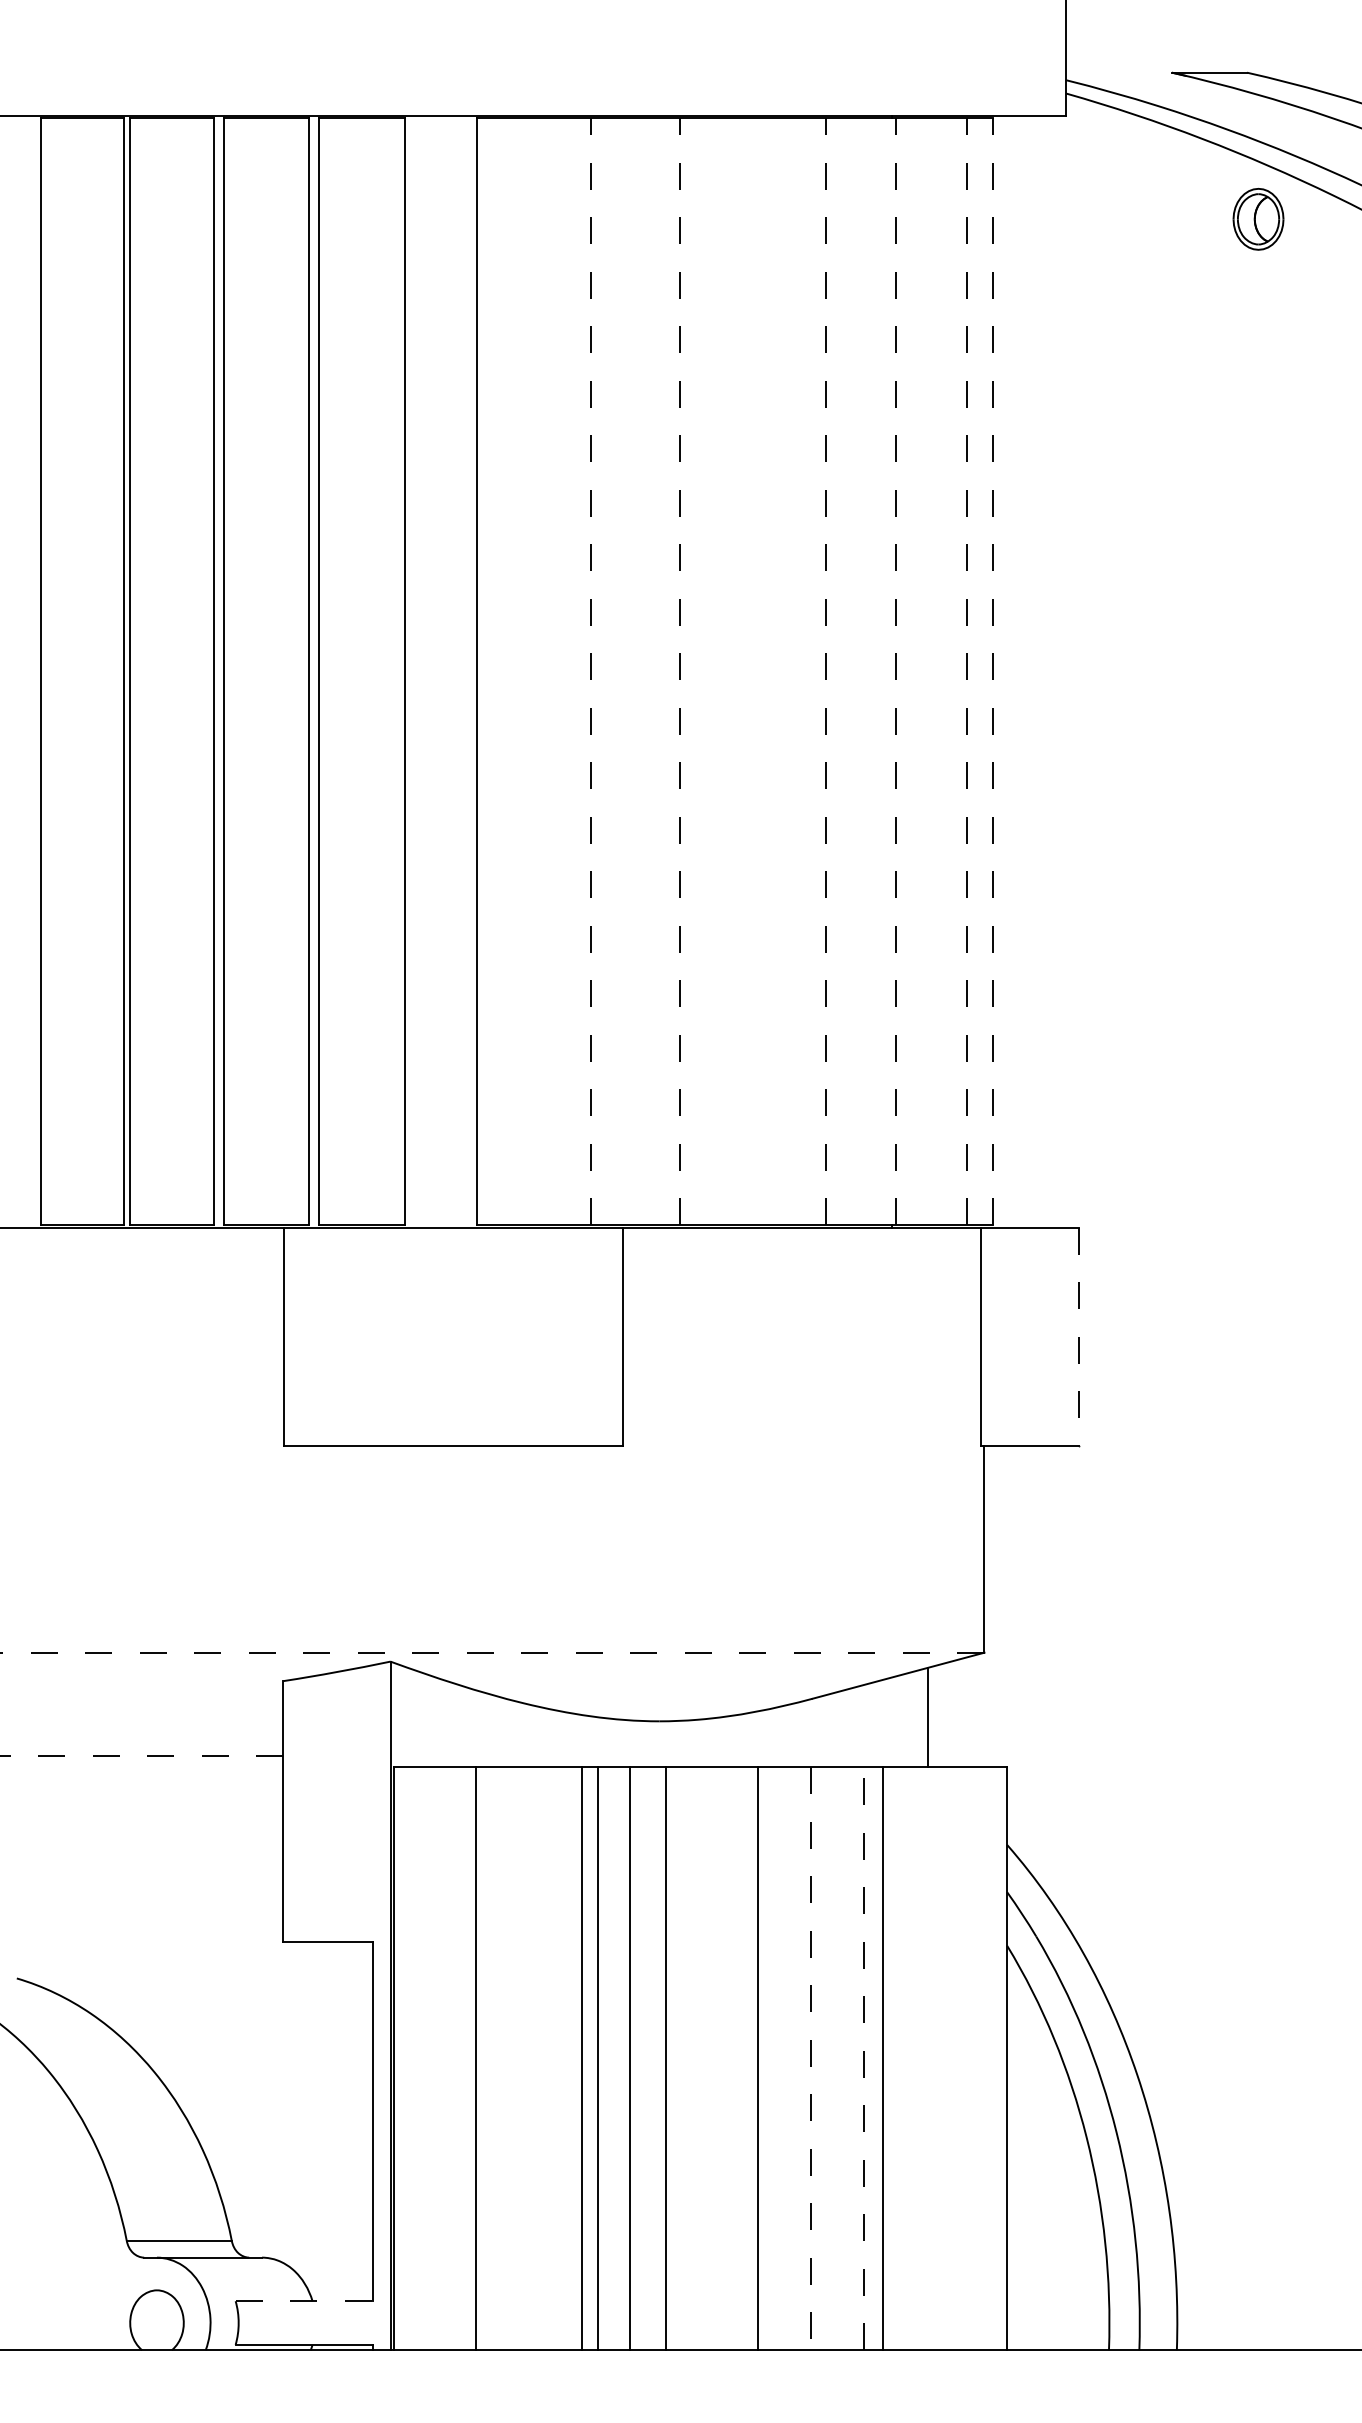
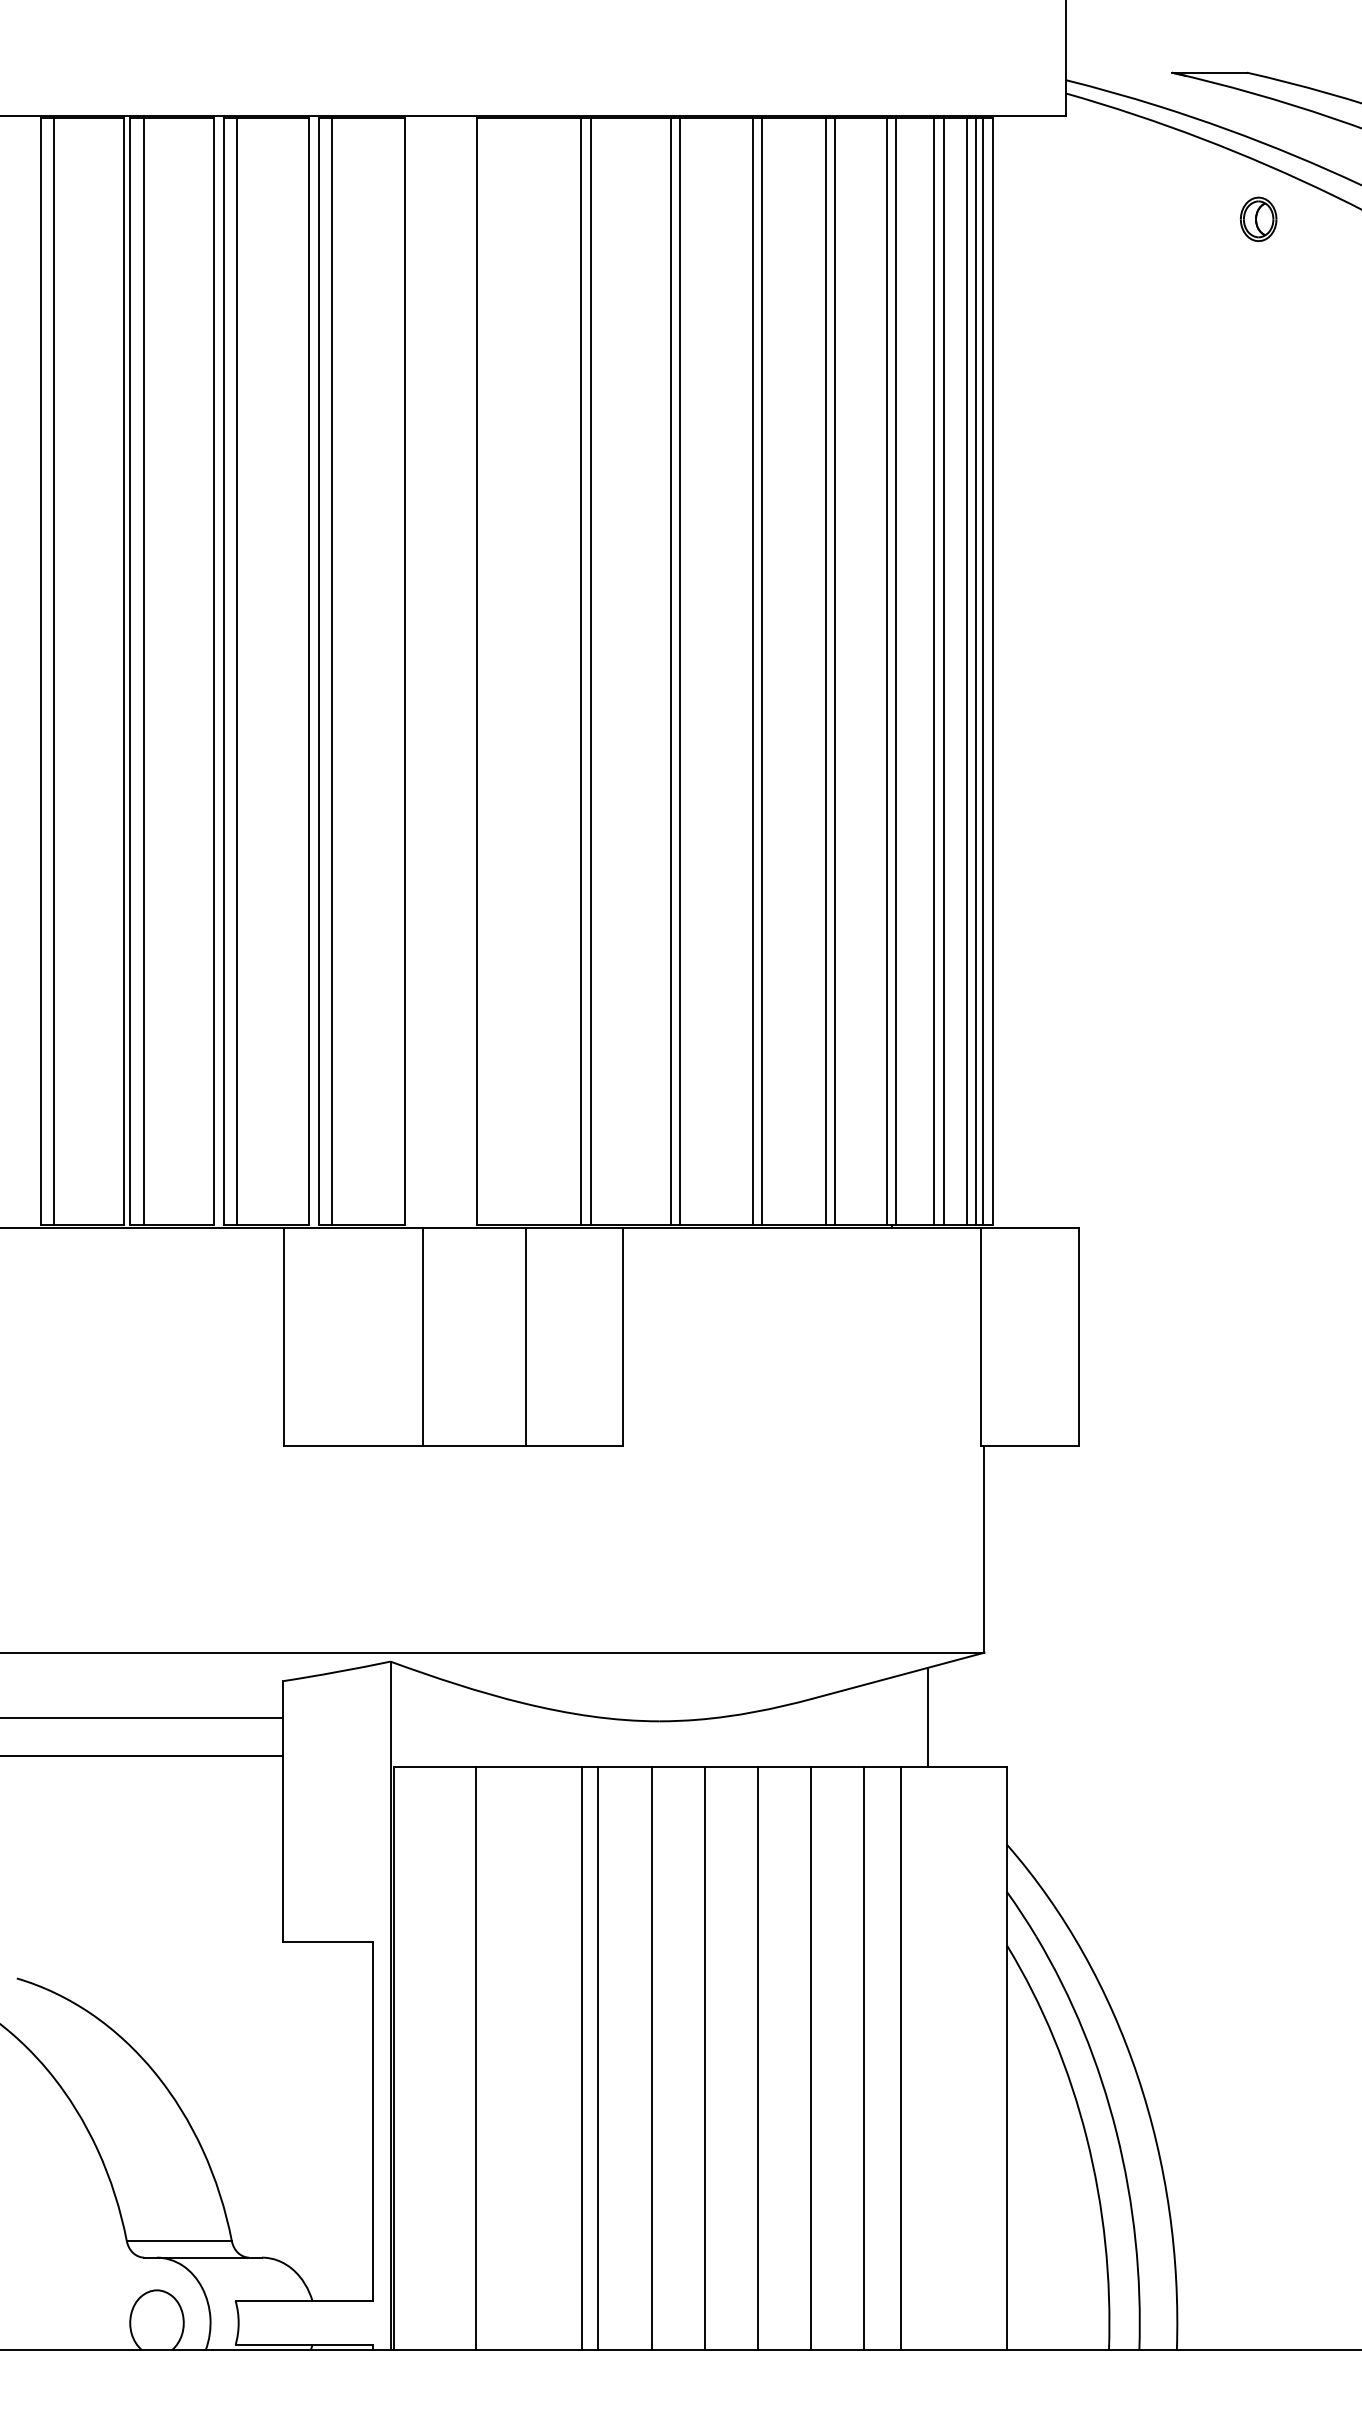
part at (1258, 219) size: 53x63 px -> 38x47 px
line at (54, 671): none -> present
line at (143, 671): none -> present
line at (237, 671): none -> present
line at (332, 671): none -> present
line at (581, 671): none -> present
line at (590, 671): dashed -> solid
line at (670, 671): none -> present
line at (680, 671): dashed -> solid
line at (752, 671): none -> present
line at (762, 671): none -> present
line at (825, 671): dashed -> solid
line at (835, 671): none -> present
line at (886, 671): none -> present
line at (896, 671): dashed -> solid
line at (934, 671): none -> present
line at (943, 671): none -> present
line at (966, 671): dashed -> solid
line at (976, 671): none -> present
line at (983, 671): none -> present
line at (992, 671): dashed -> solid
line at (422, 1336): none -> present
line at (525, 1336): none -> present
line at (1078, 1336): dashed -> solid
line at (491, 1652): dashed -> solid
line at (142, 1718): none -> present
line at (141, 1756): dashed -> solid
line at (629, 2058) position: (629, 2058) -> (651, 2058)
line at (665, 2058) position: (665, 2058) -> (704, 2058)
line at (811, 2058): dashed -> solid
line at (864, 2058): dashed -> solid
line at (882, 2058) position: (882, 2058) -> (900, 2058)
line at (304, 2301): dashed -> solid
